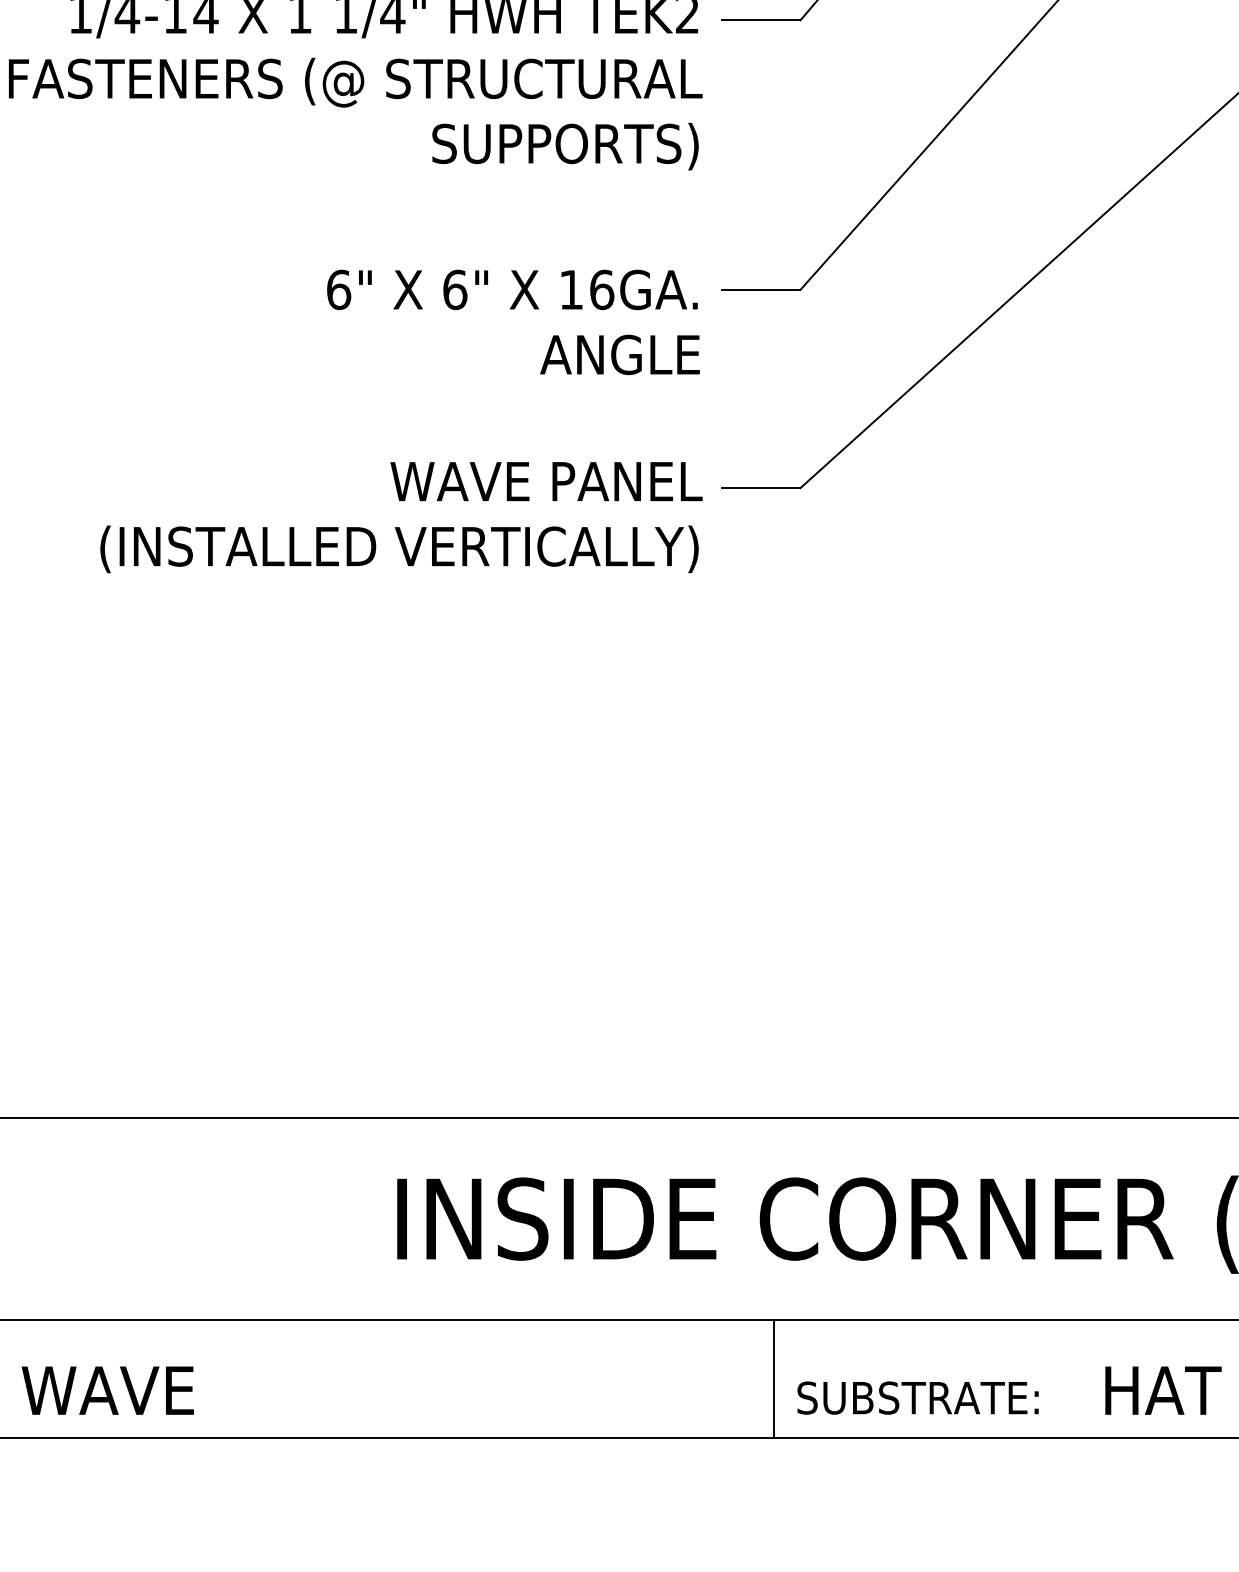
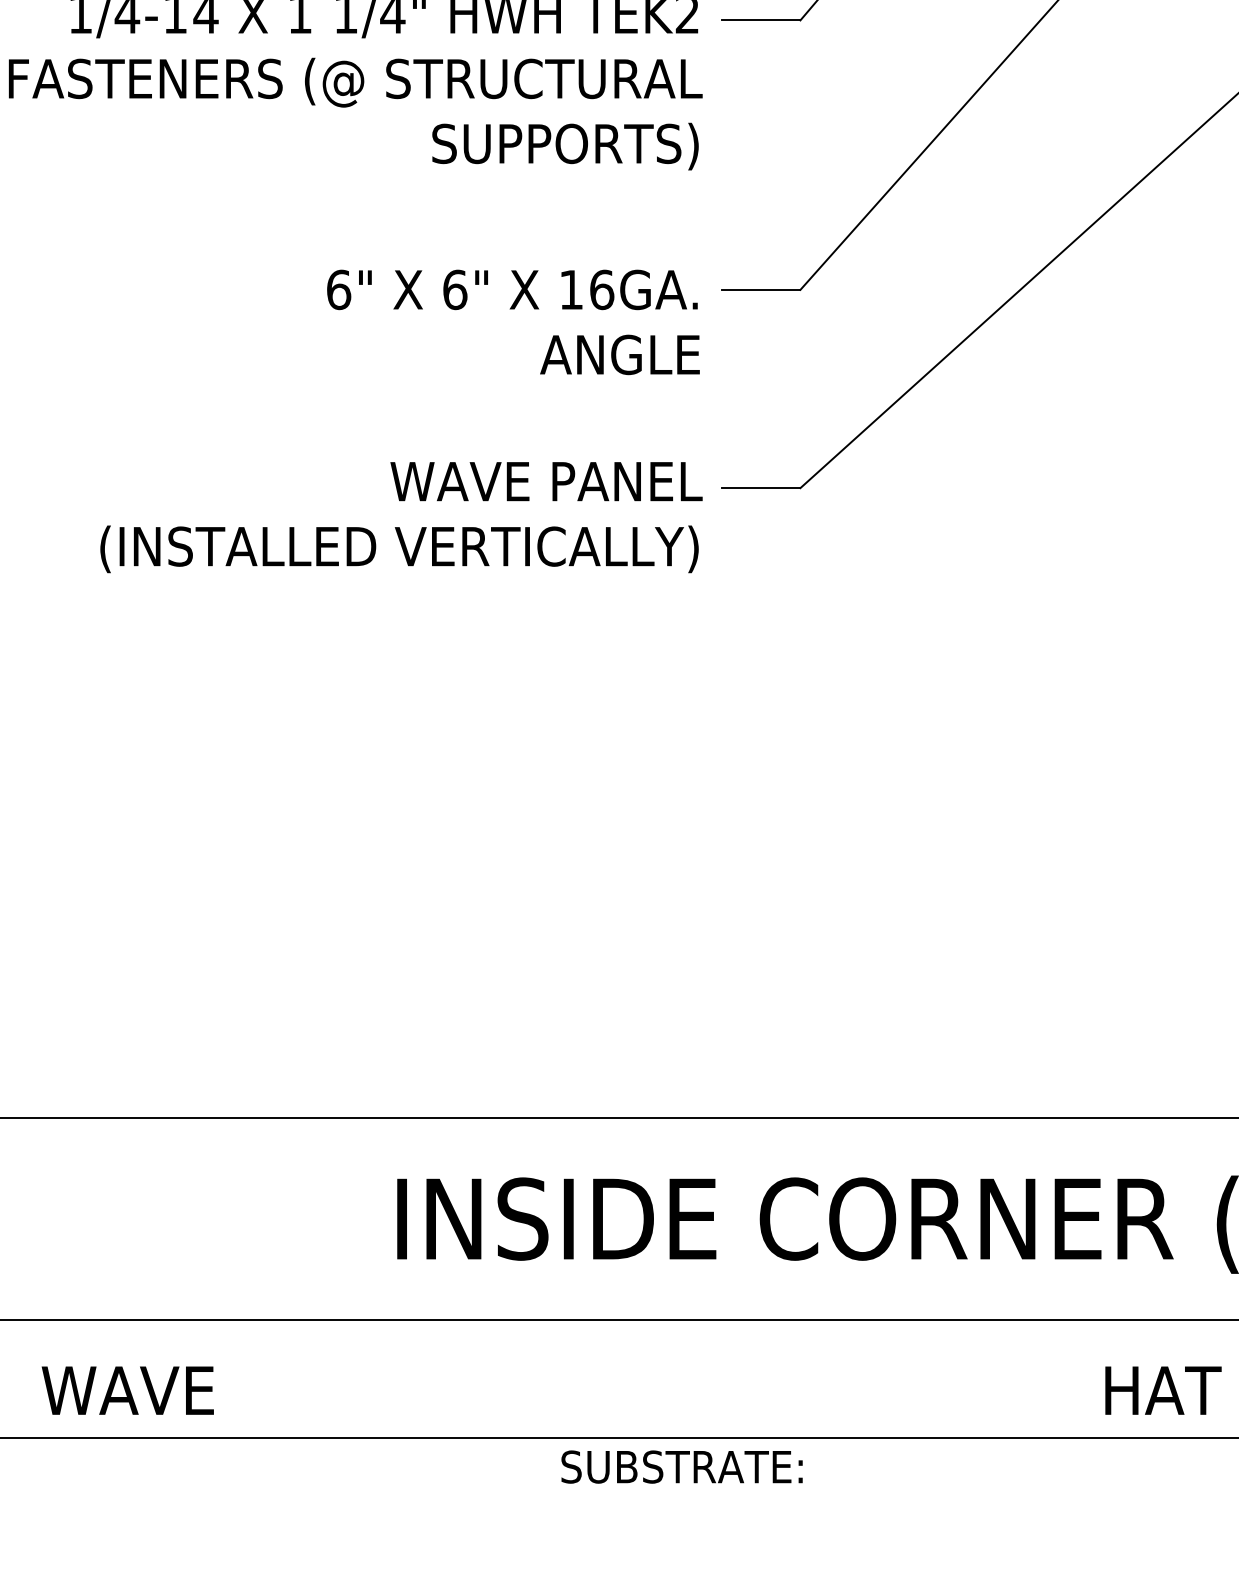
line at (774, 1379): present -> none
text at (107, 1390) position: (107, 1390) -> (127, 1390)
text at (917, 1397) position: (917, 1397) -> (681, 1466)
